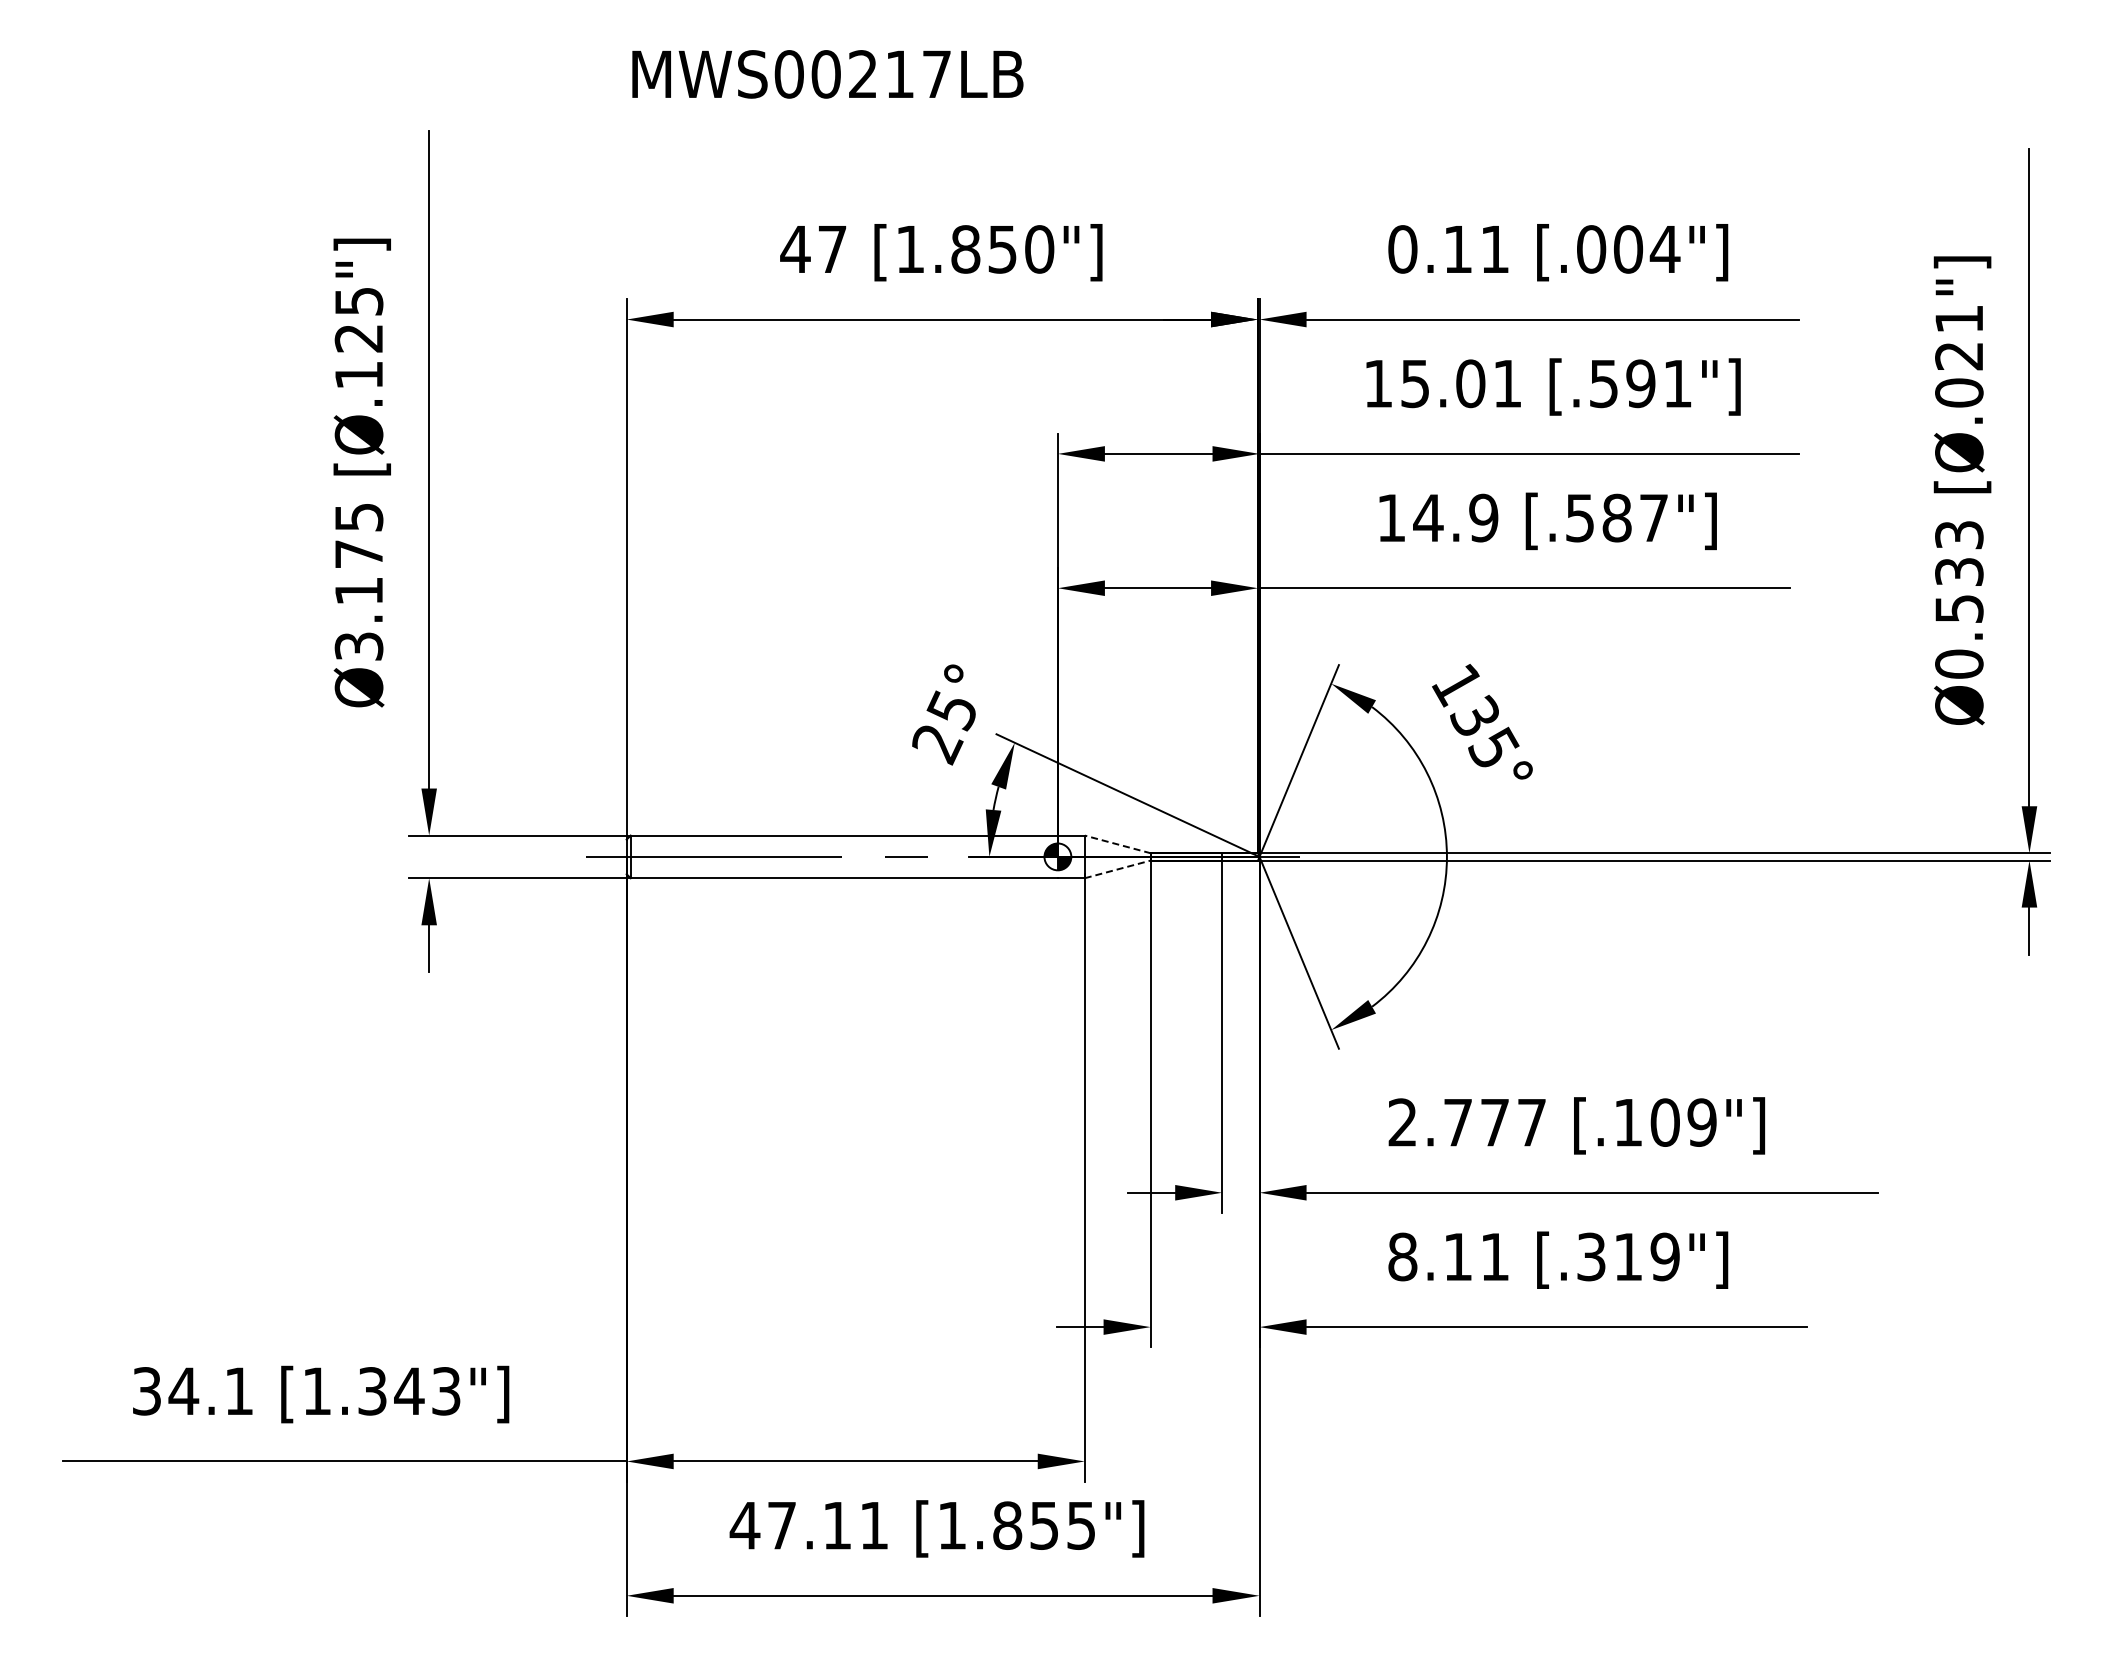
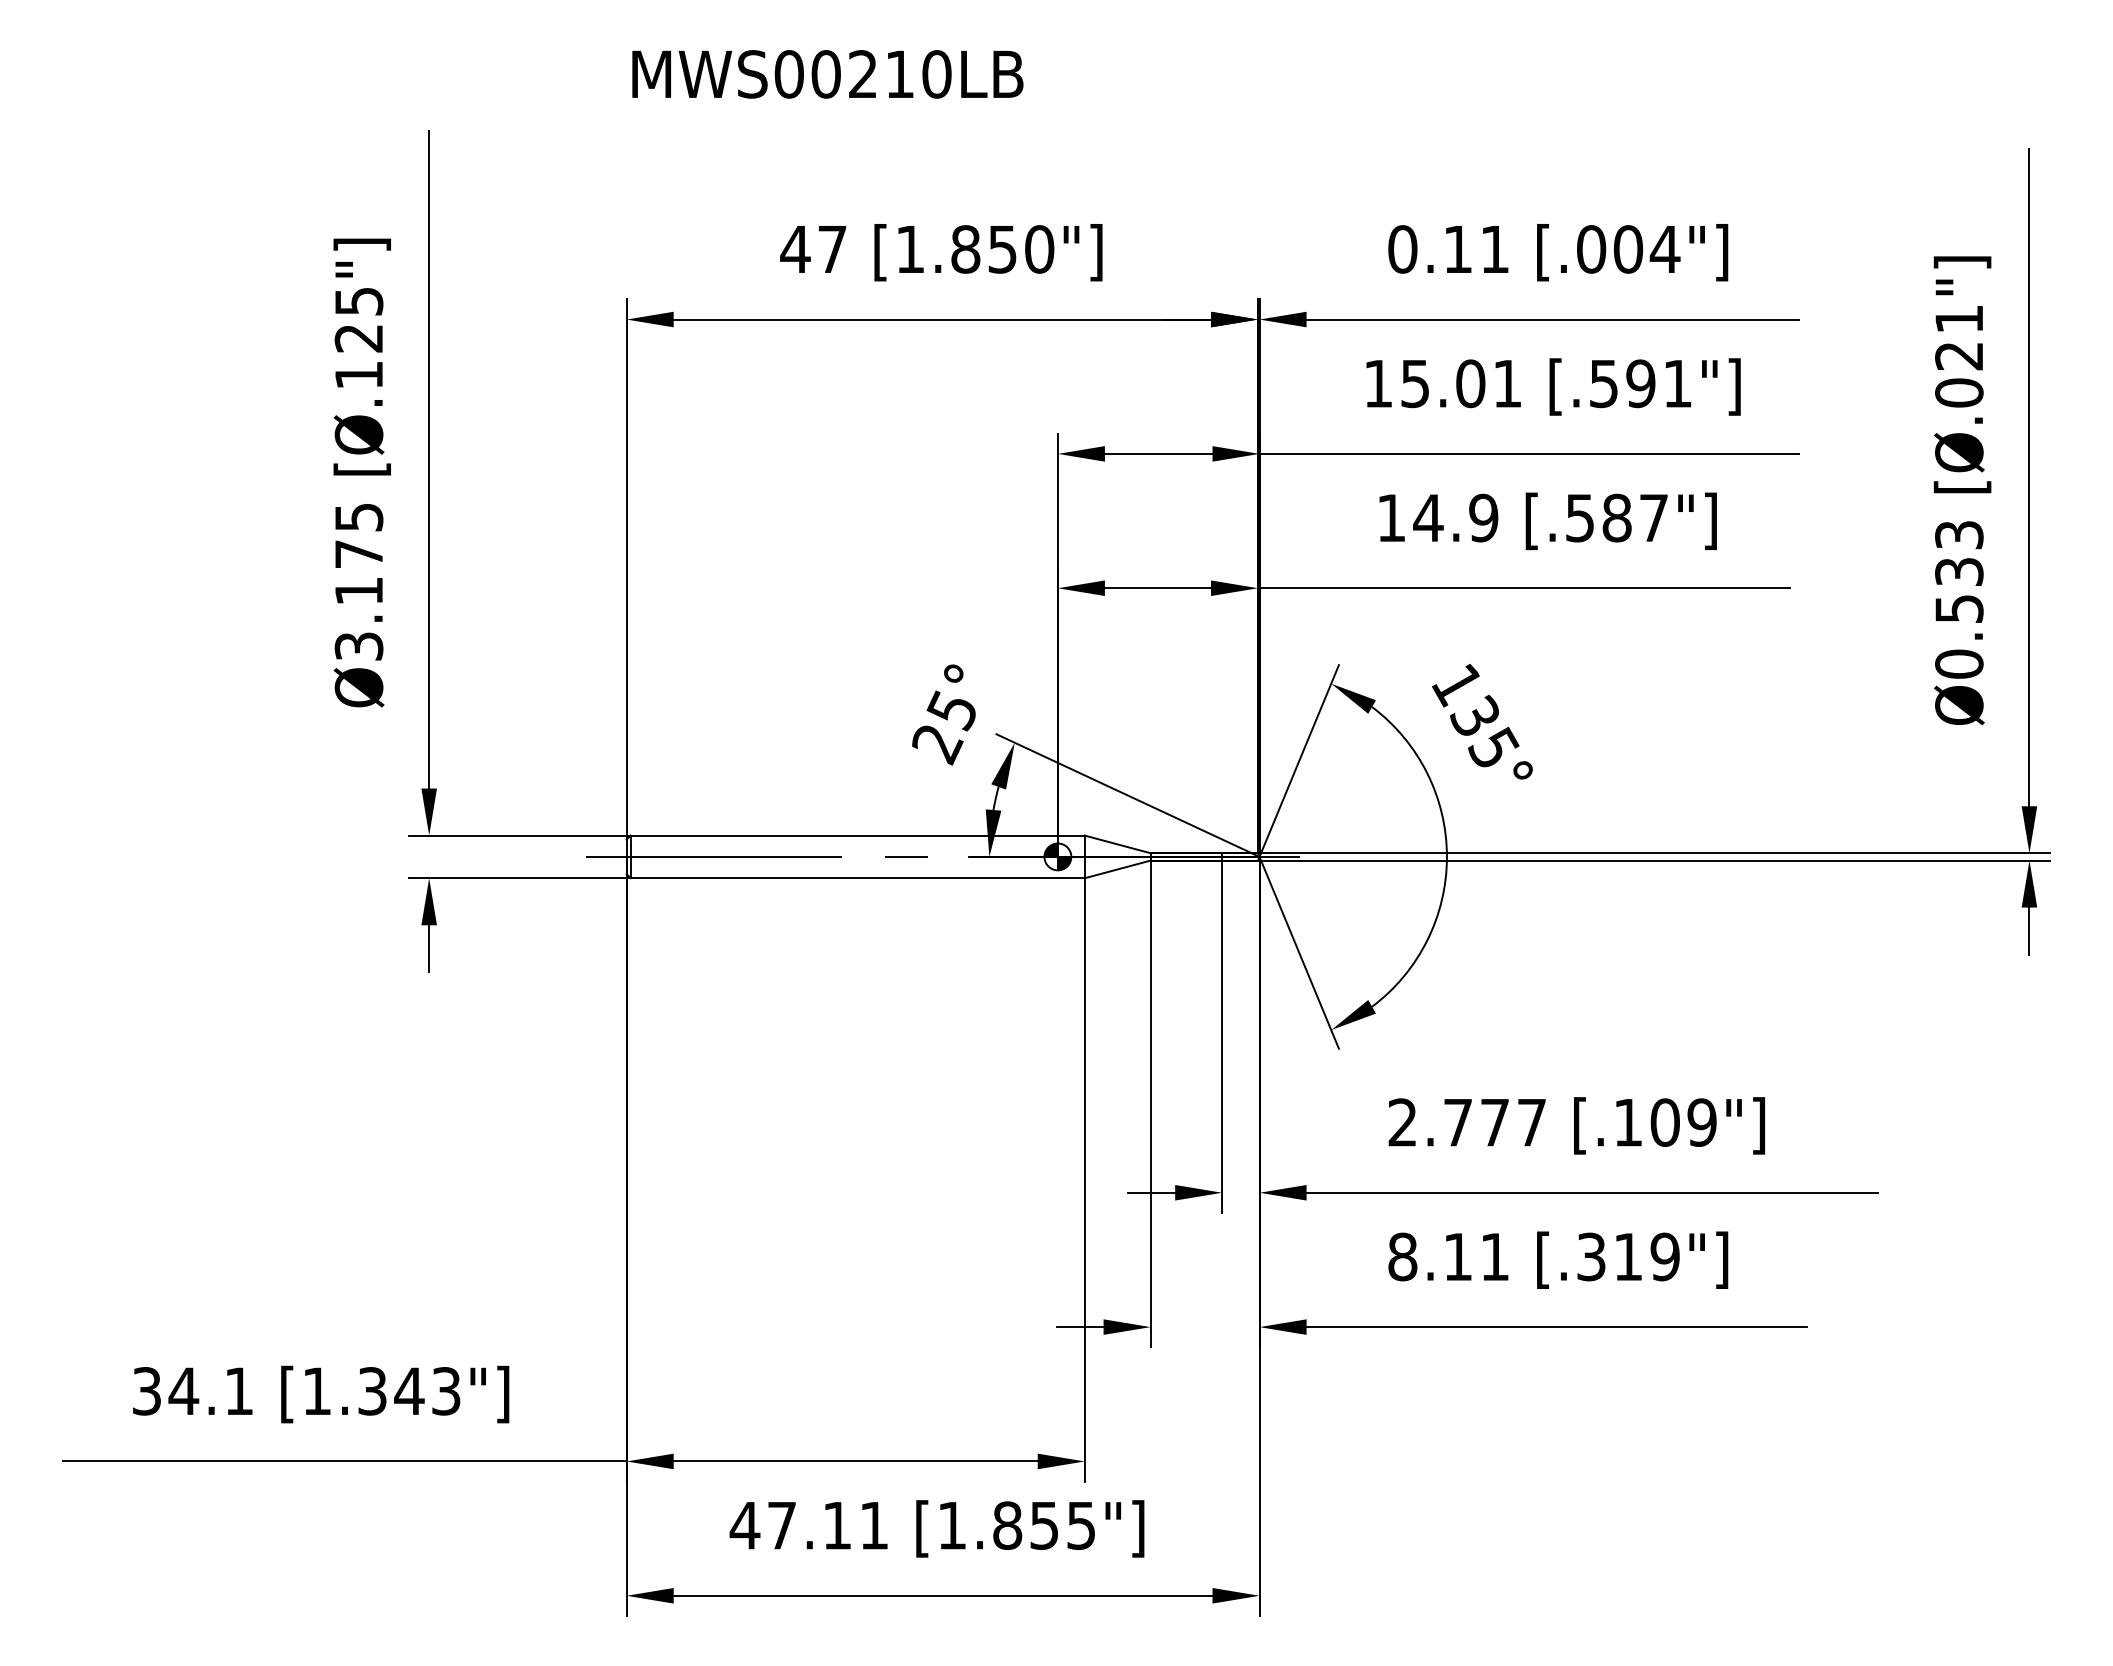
text at (936, 74): MWS00217LB -> MWS00210LB
line at (1117, 844): dashed -> solid
line at (1118, 869): dashed -> solid
